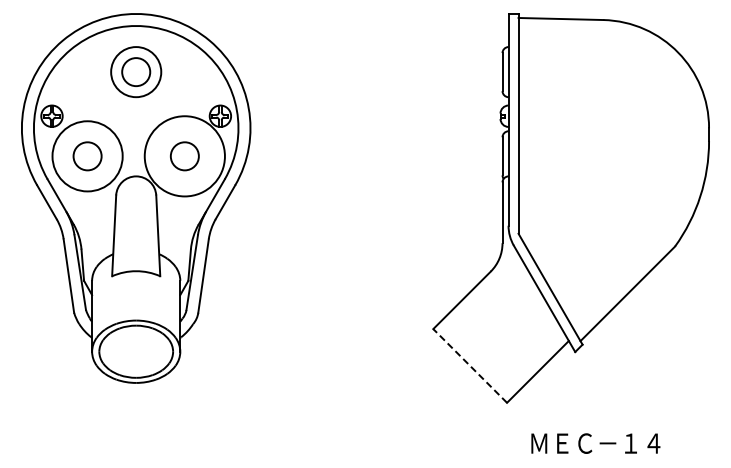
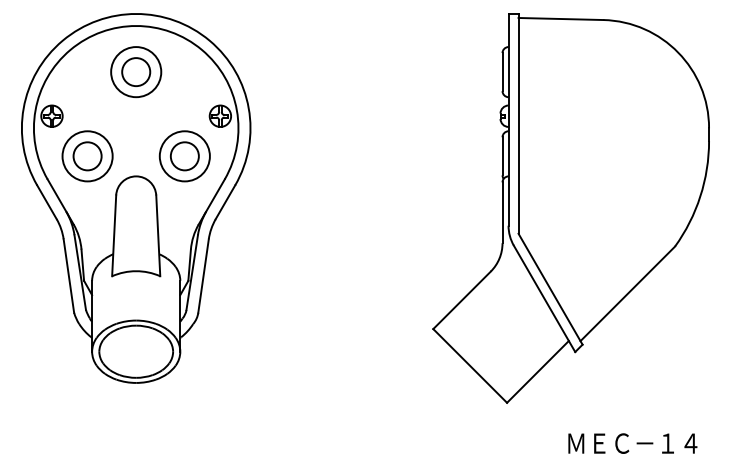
circle at (87, 156) diameter: 70 px -> 50 px
circle at (184, 156) diameter: 80 px -> 50 px
line at (469, 365): dashed -> solid
text at (595, 443) position: (595, 443) -> (632, 443)
